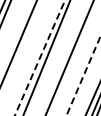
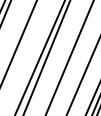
line at (40, 57): dashed -> solid
line at (83, 75): dashed -> solid
